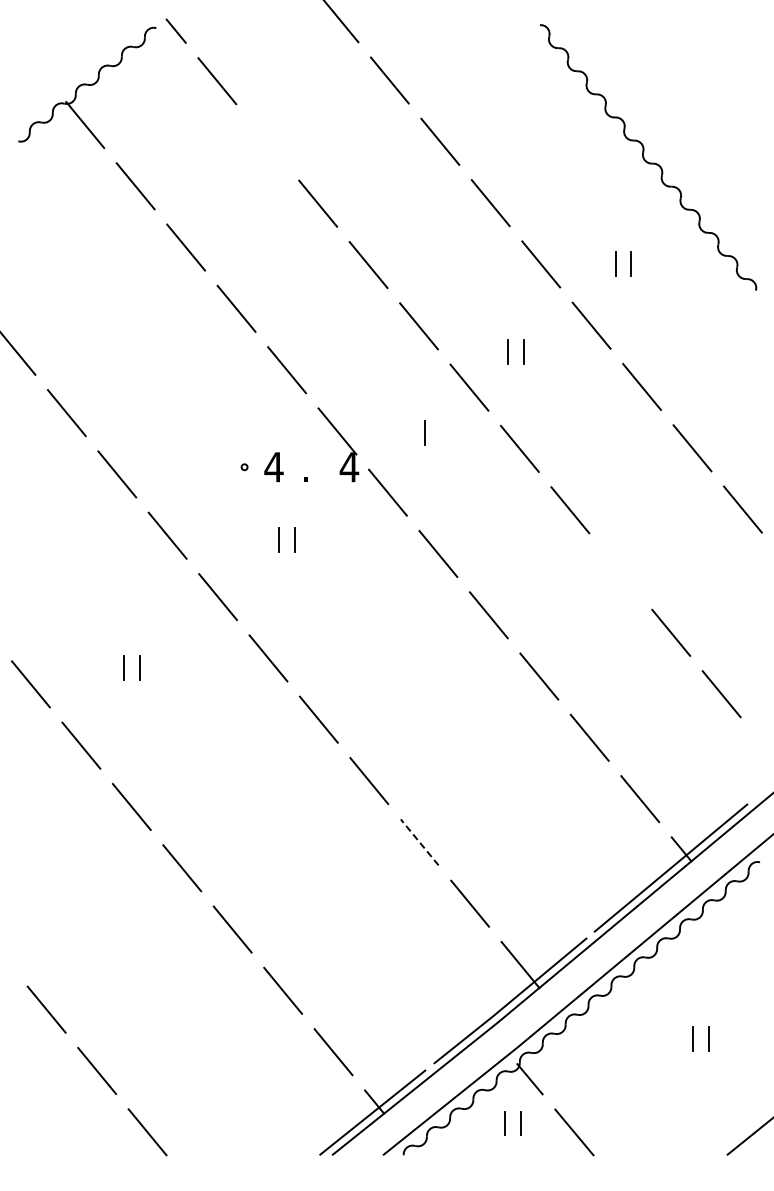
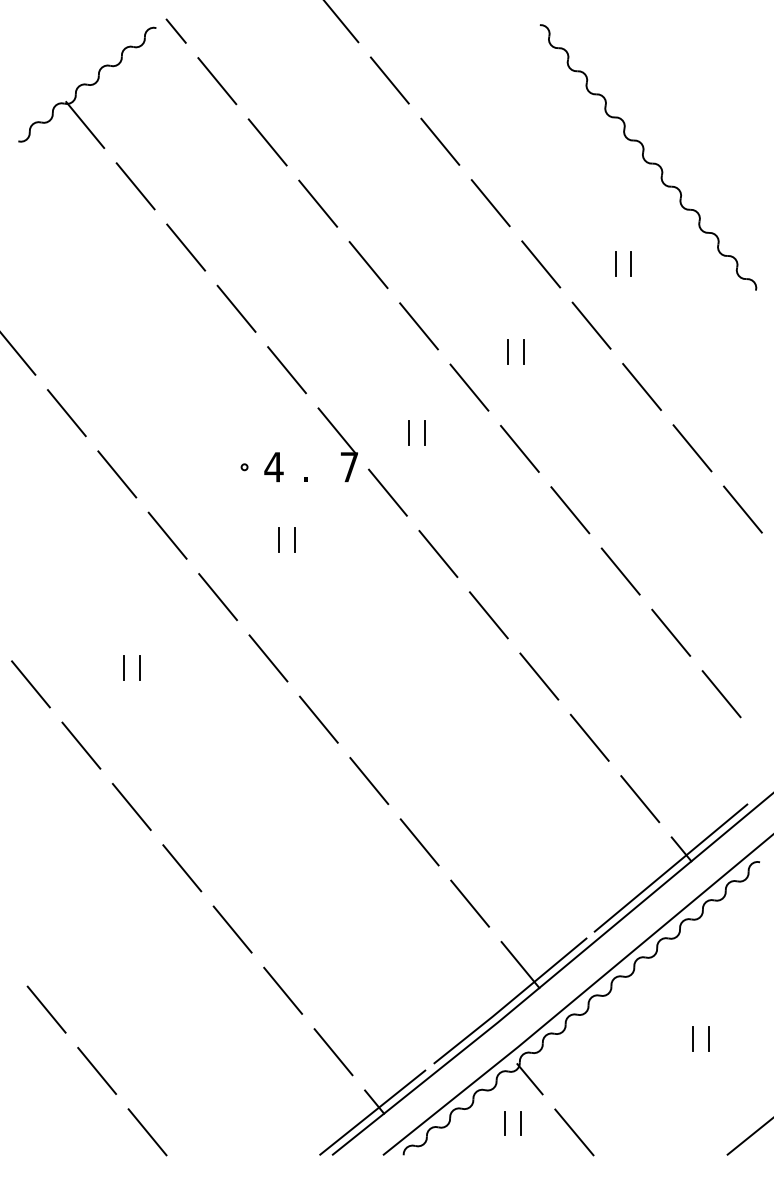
line at (267, 142): none -> present
line at (408, 432): none -> present
text at (349, 467): 4 -> 7
line at (620, 571): none -> present
line at (419, 842): dashed -> solid
